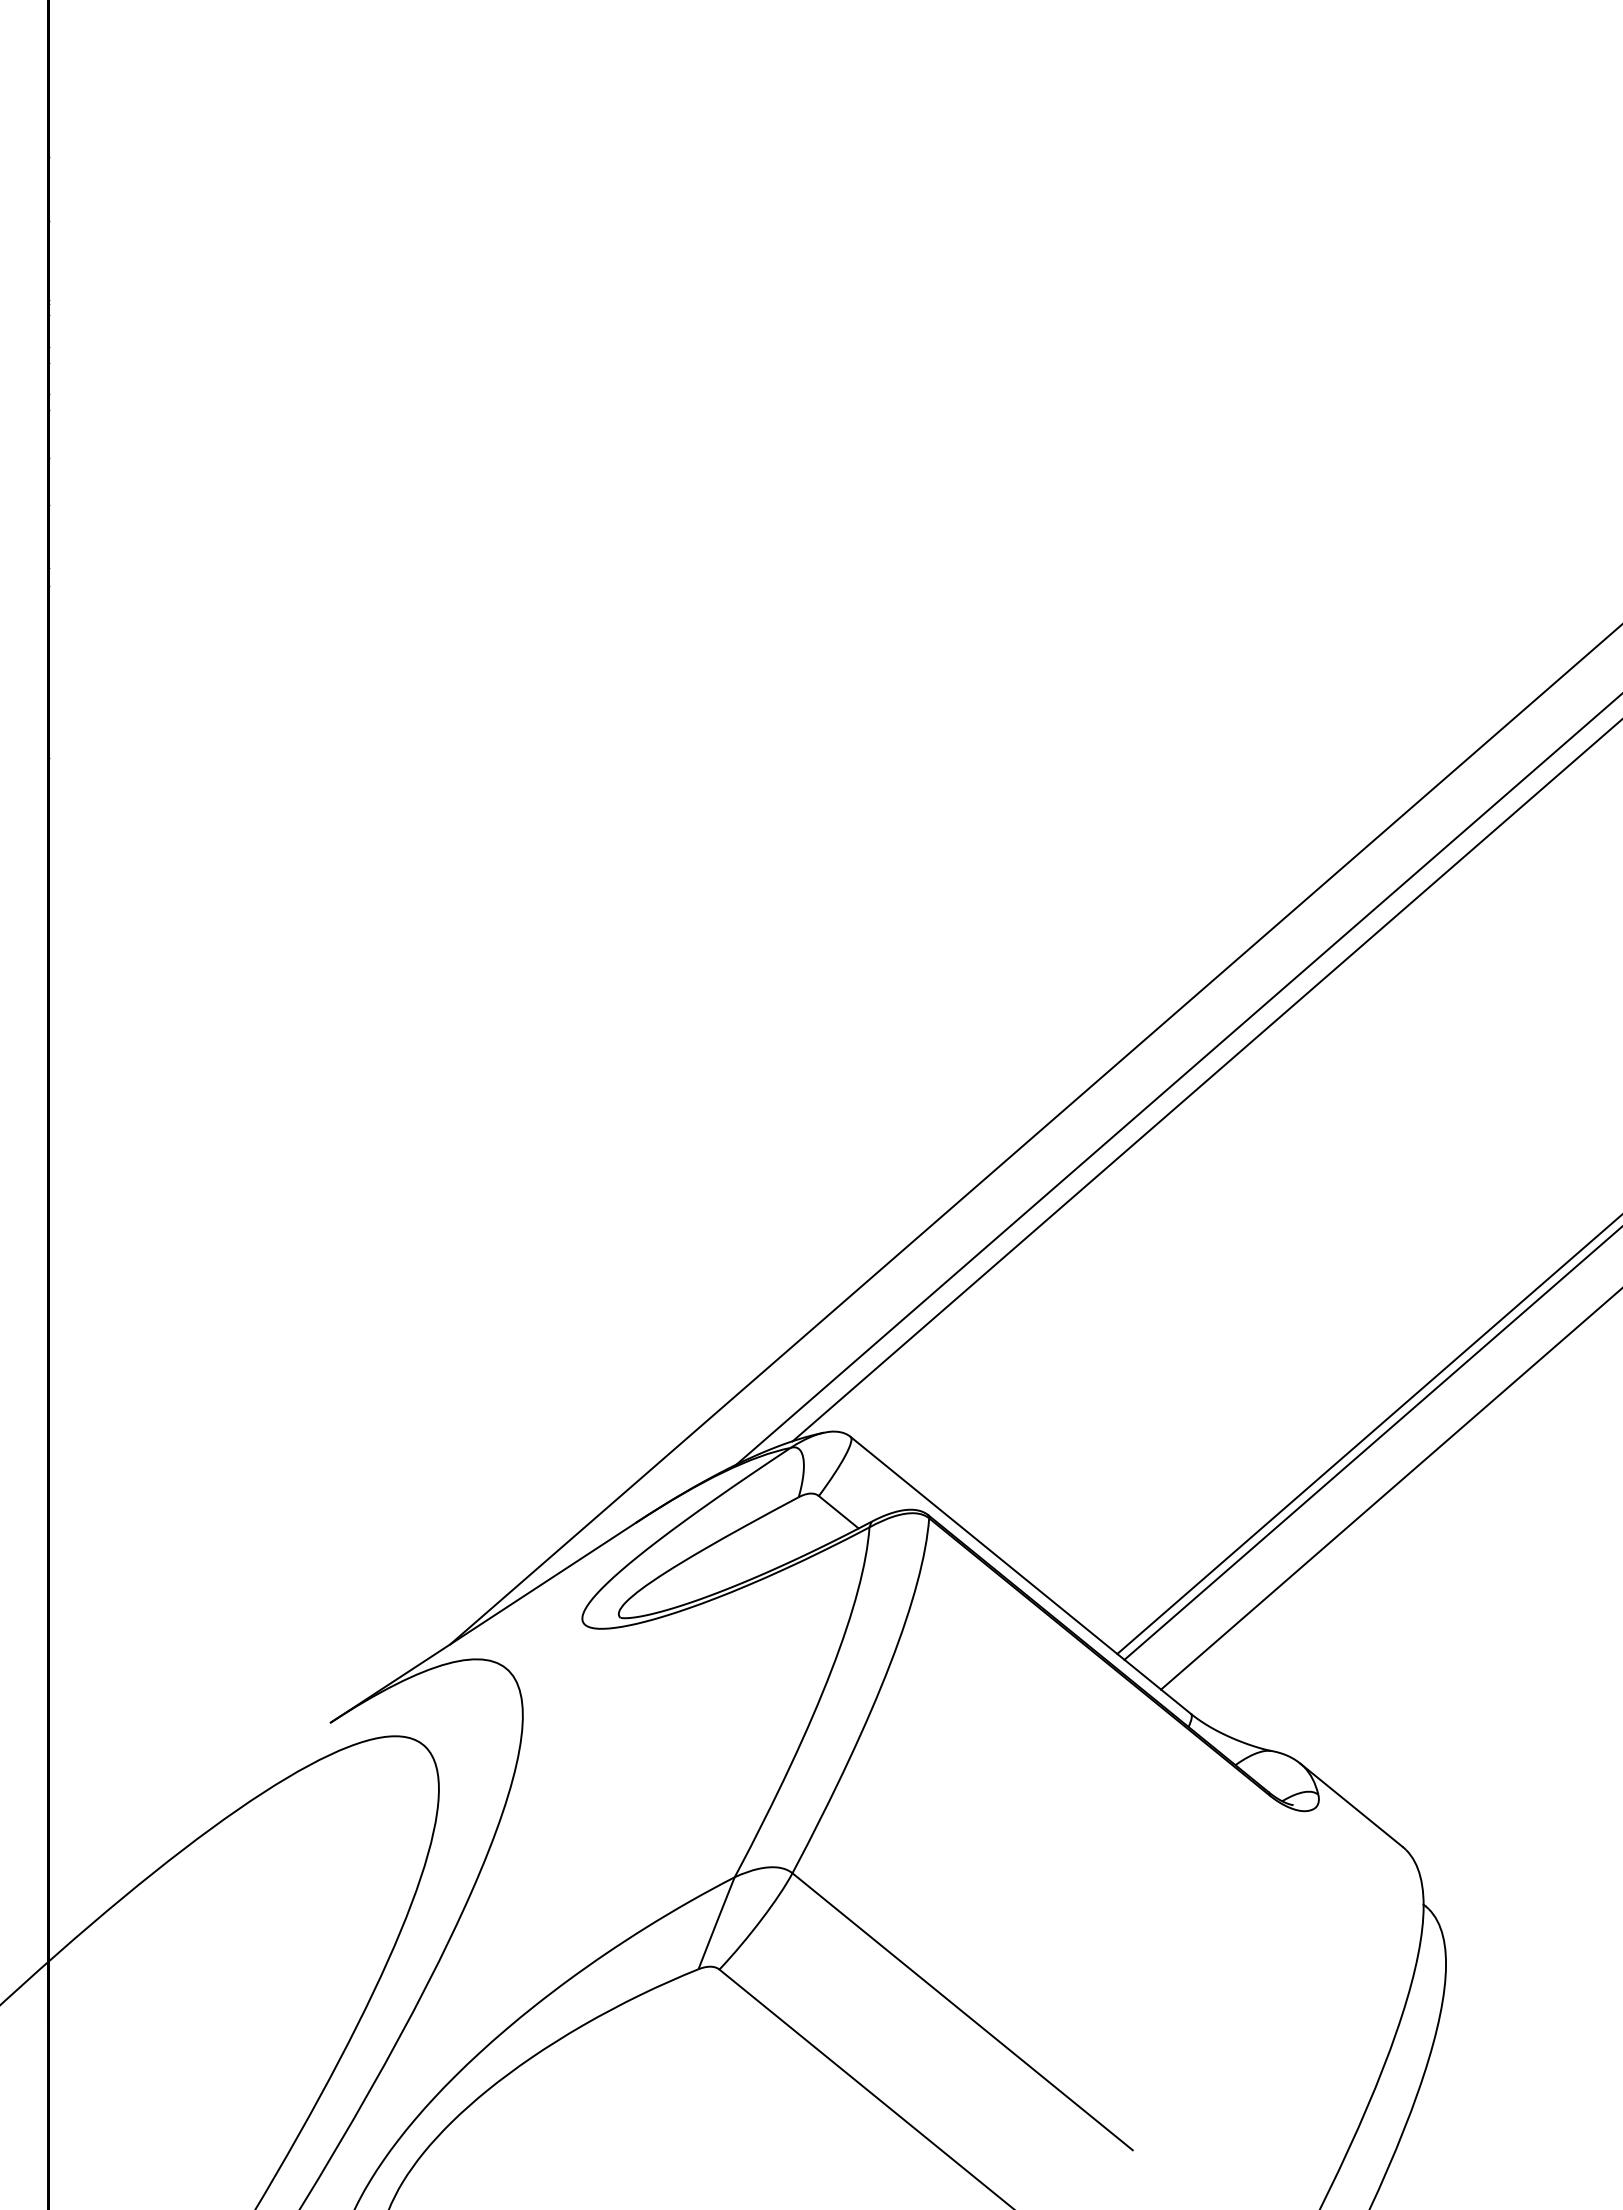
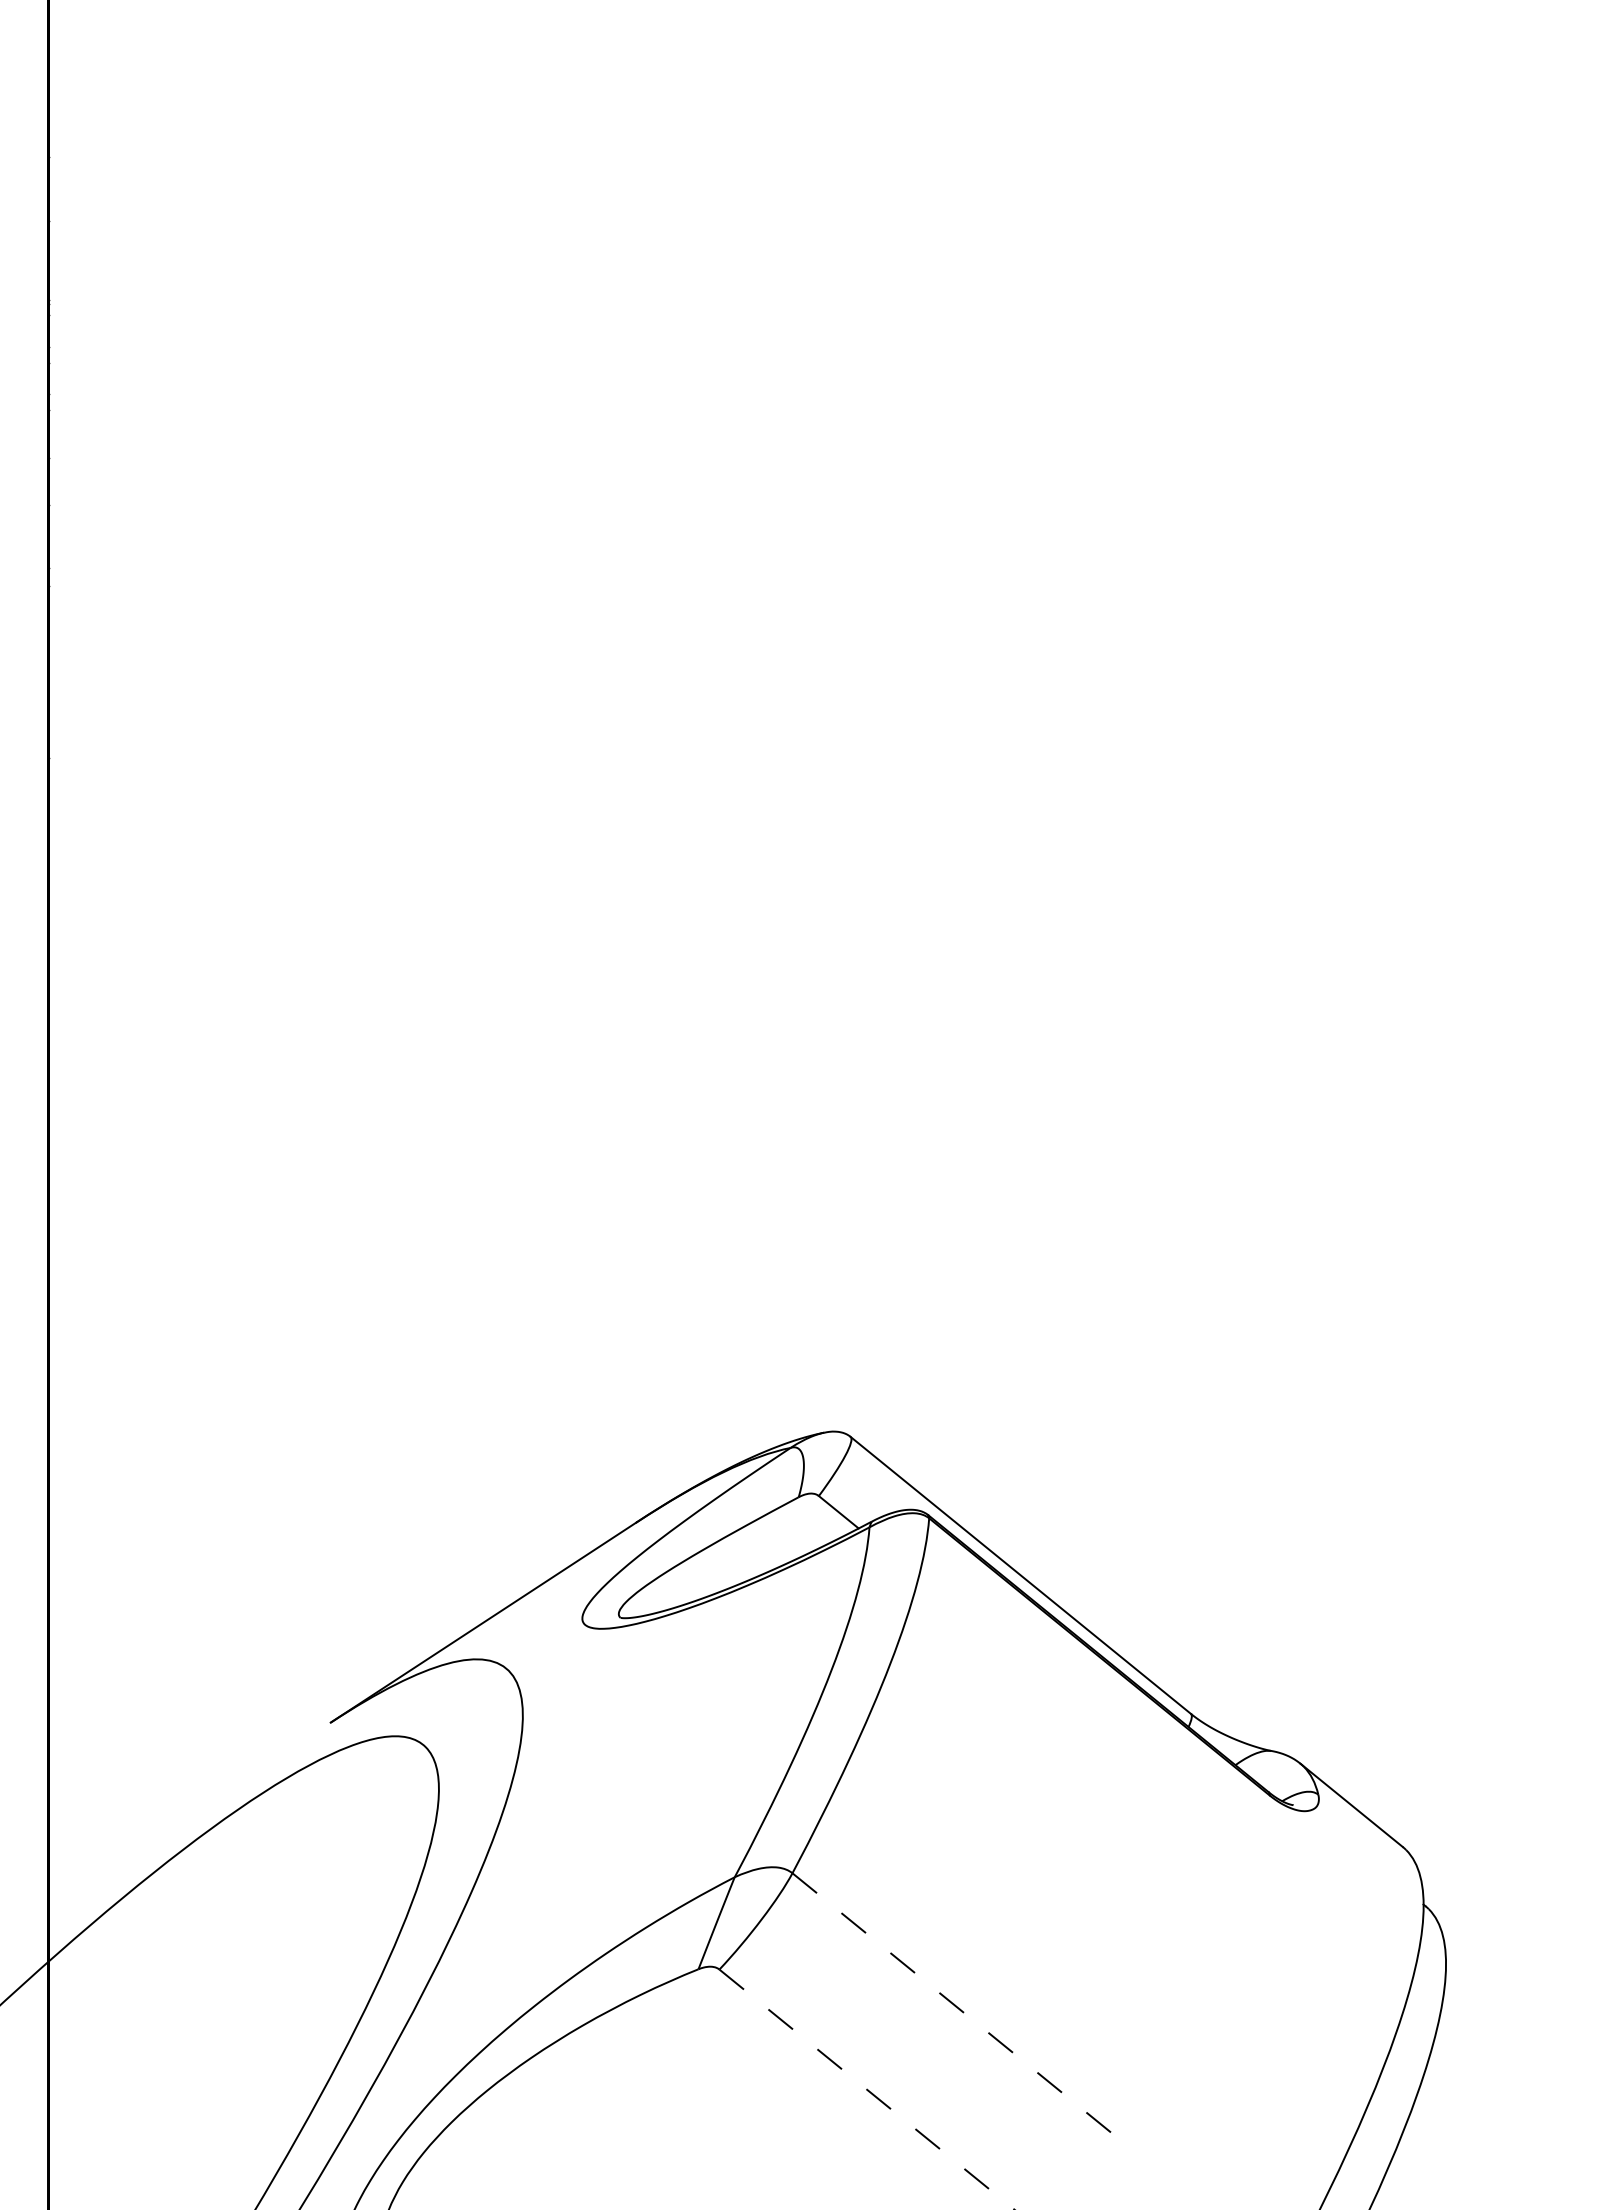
line at (1177, 1079): present -> none
line at (1205, 1081): present -> none
line at (1034, 1135): present -> none
line at (1368, 1435): present -> none
line at (1371, 1444): present -> none
line at (1390, 1489): present -> none
line at (963, 2012): solid -> dashed
line at (867, 2090): solid -> dashed
